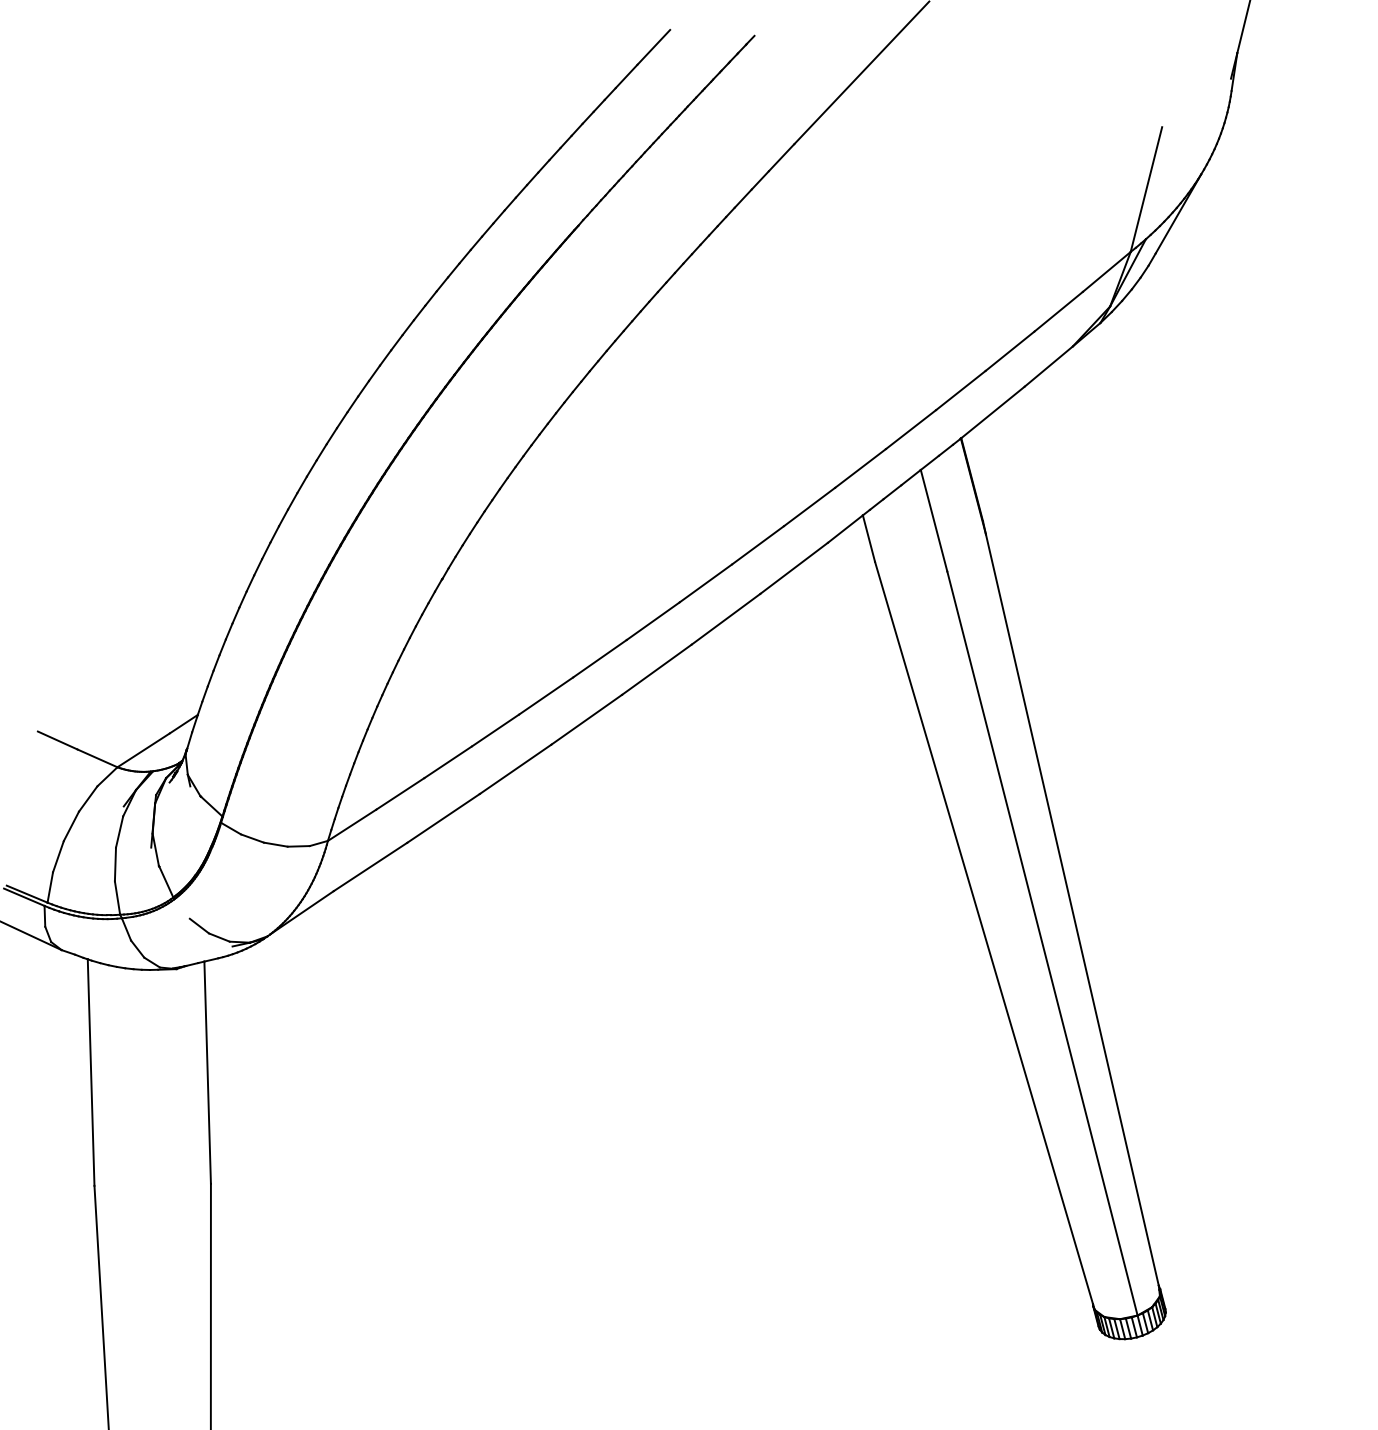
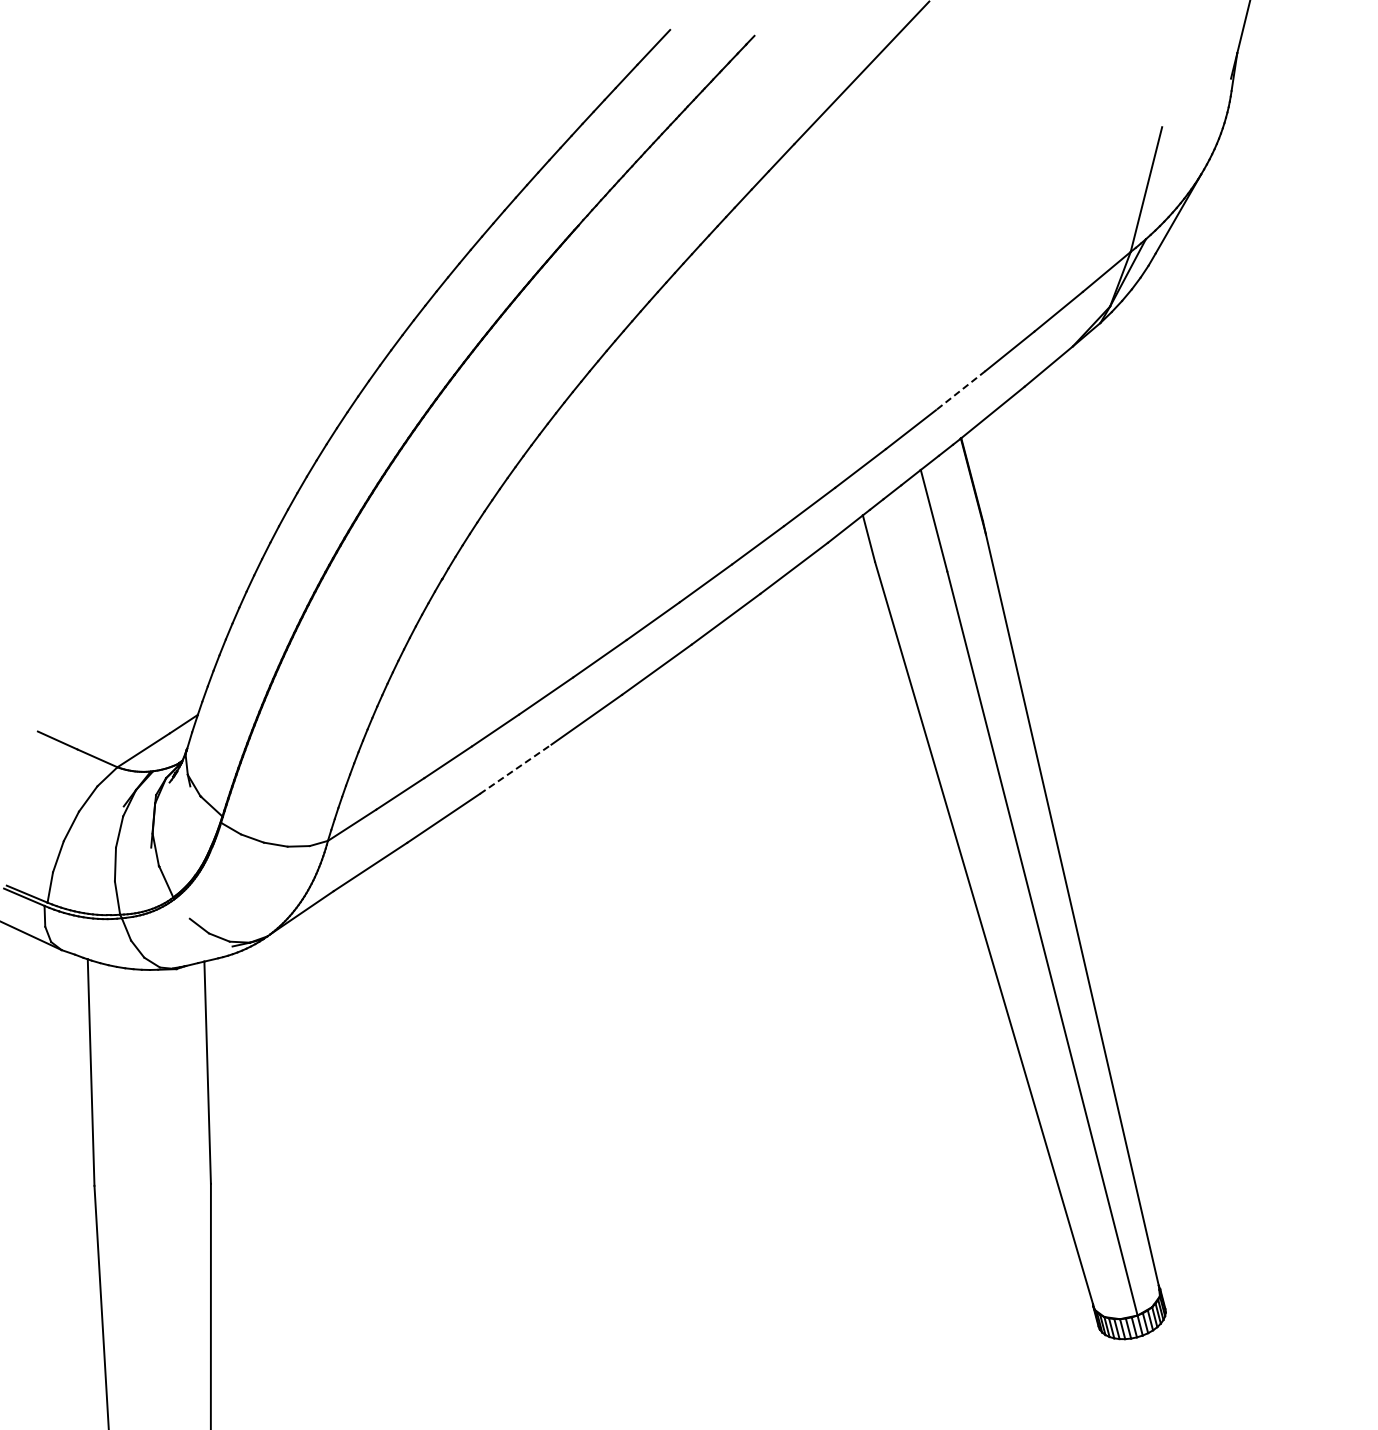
line at (960, 390): solid -> dashed
line at (516, 769): solid -> dashed
